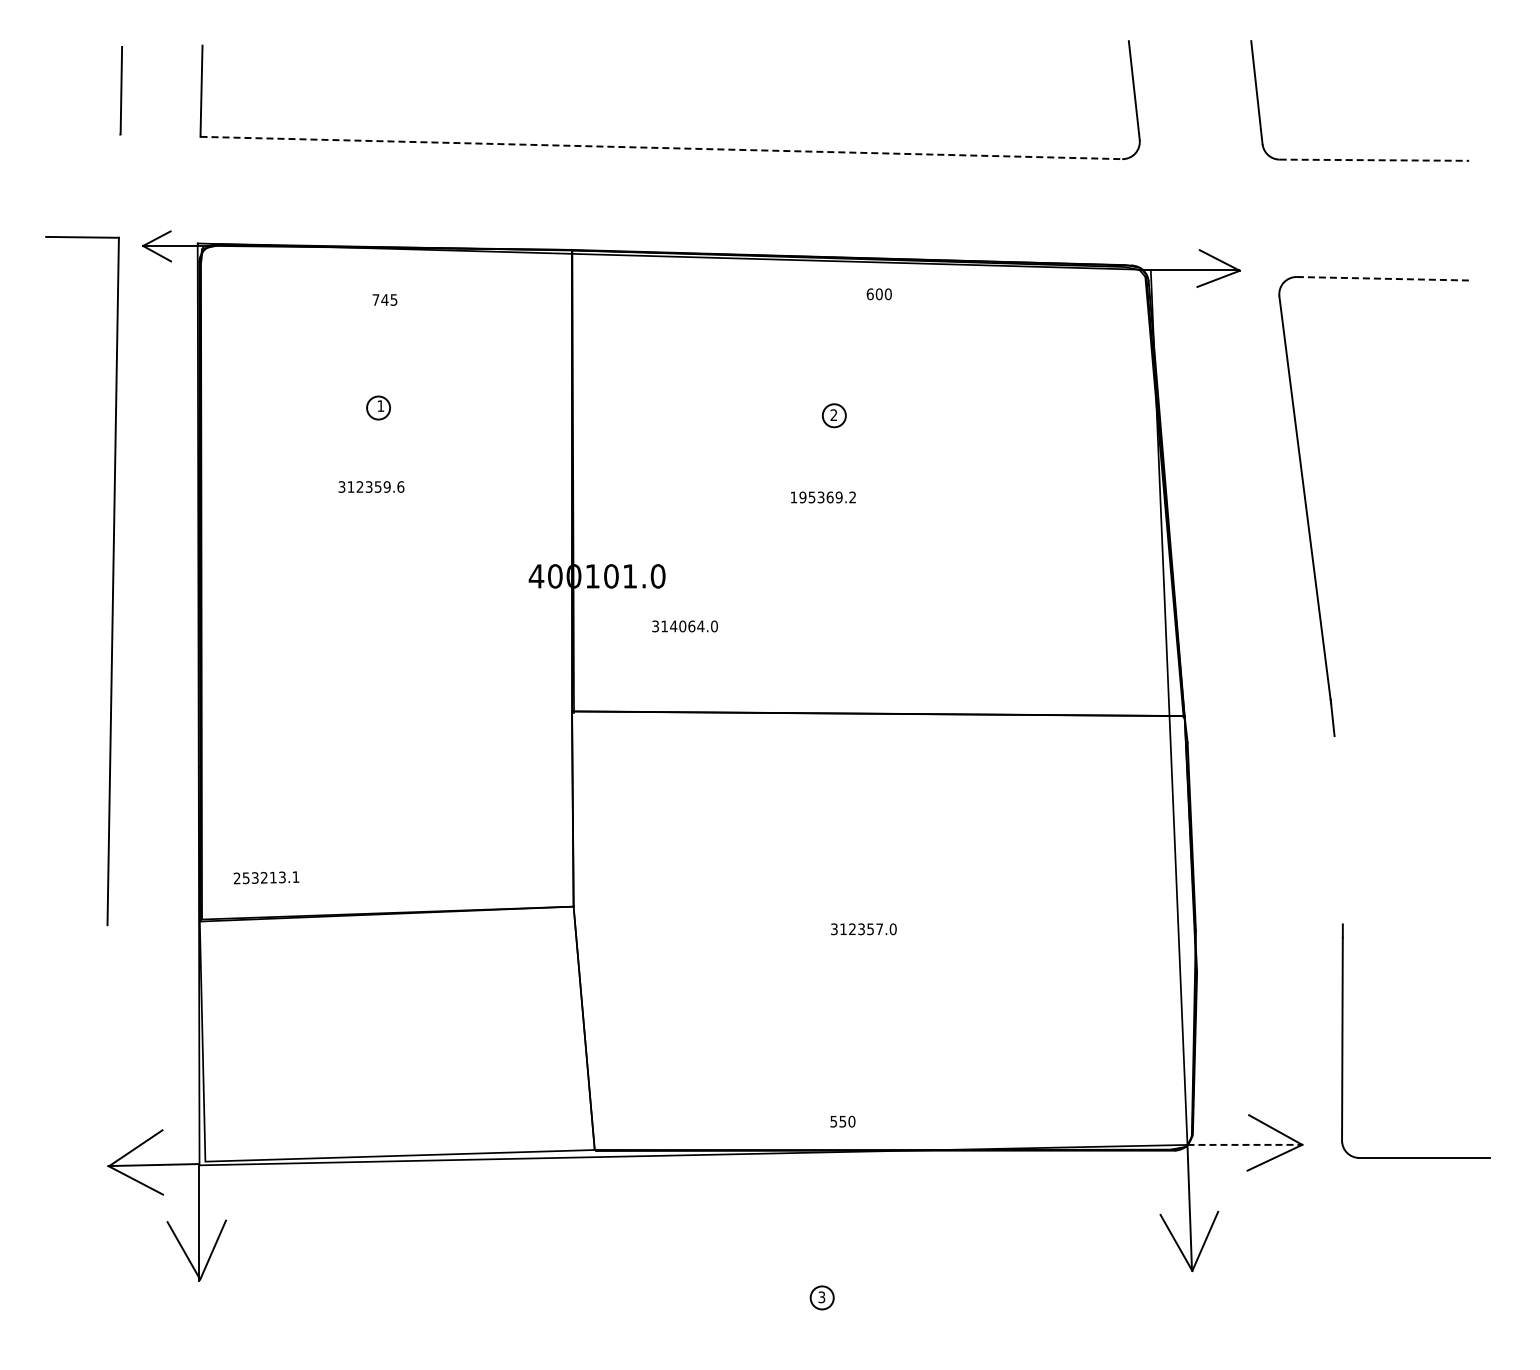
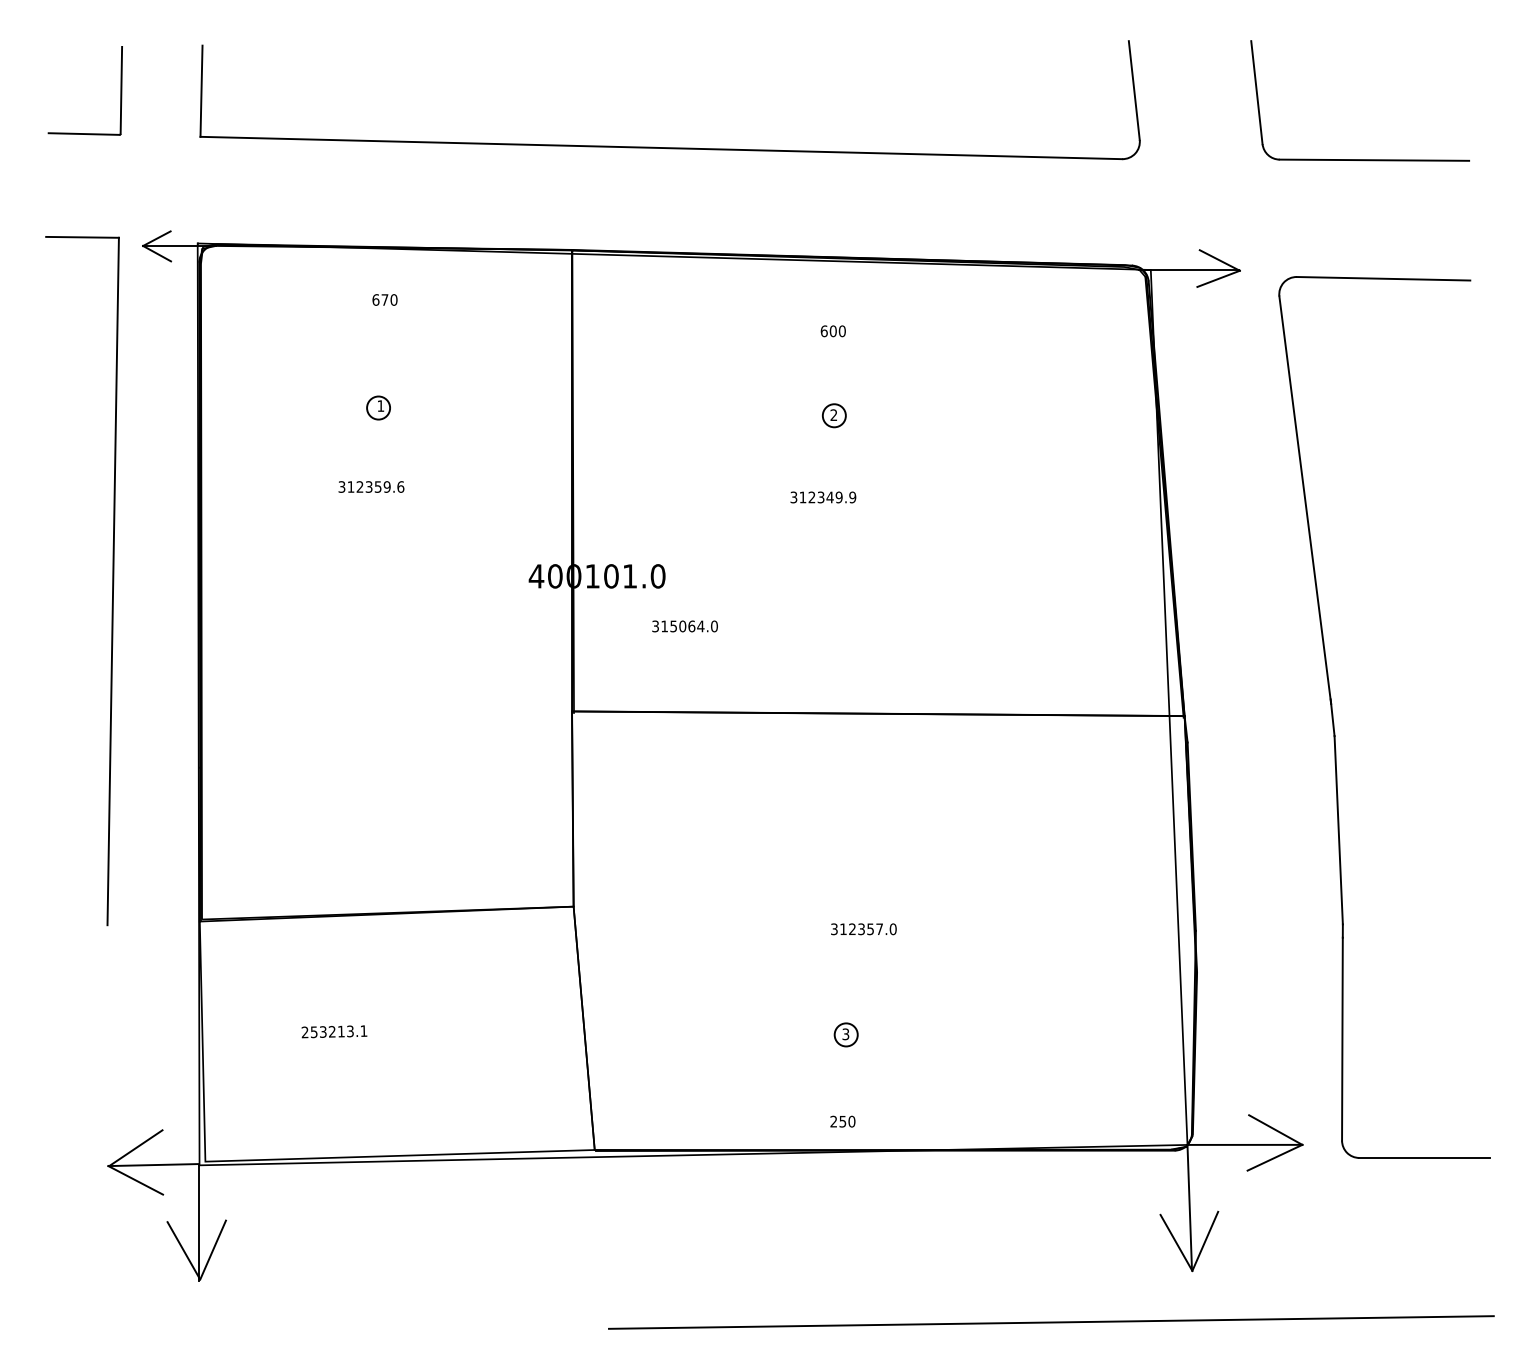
line at (83, 133): none -> present
line at (661, 148): dashed -> solid
line at (1374, 160): dashed -> solid
line at (1383, 278): dashed -> solid
text at (878, 294) position: (878, 294) -> (832, 331)
text at (384, 299): 745 -> 670
text at (823, 497): 195369.2 -> 312349.9
text at (673, 626): 314064.0 -> 315064.0
line at (1338, 830): none -> present
text at (266, 877) position: (266, 877) -> (334, 1031)
text at (833, 1121): 550 -> 250
line at (1245, 1144): dashed -> solid
part at (821, 1297) position: (821, 1297) -> (845, 1034)
line at (1050, 1322): none -> present
